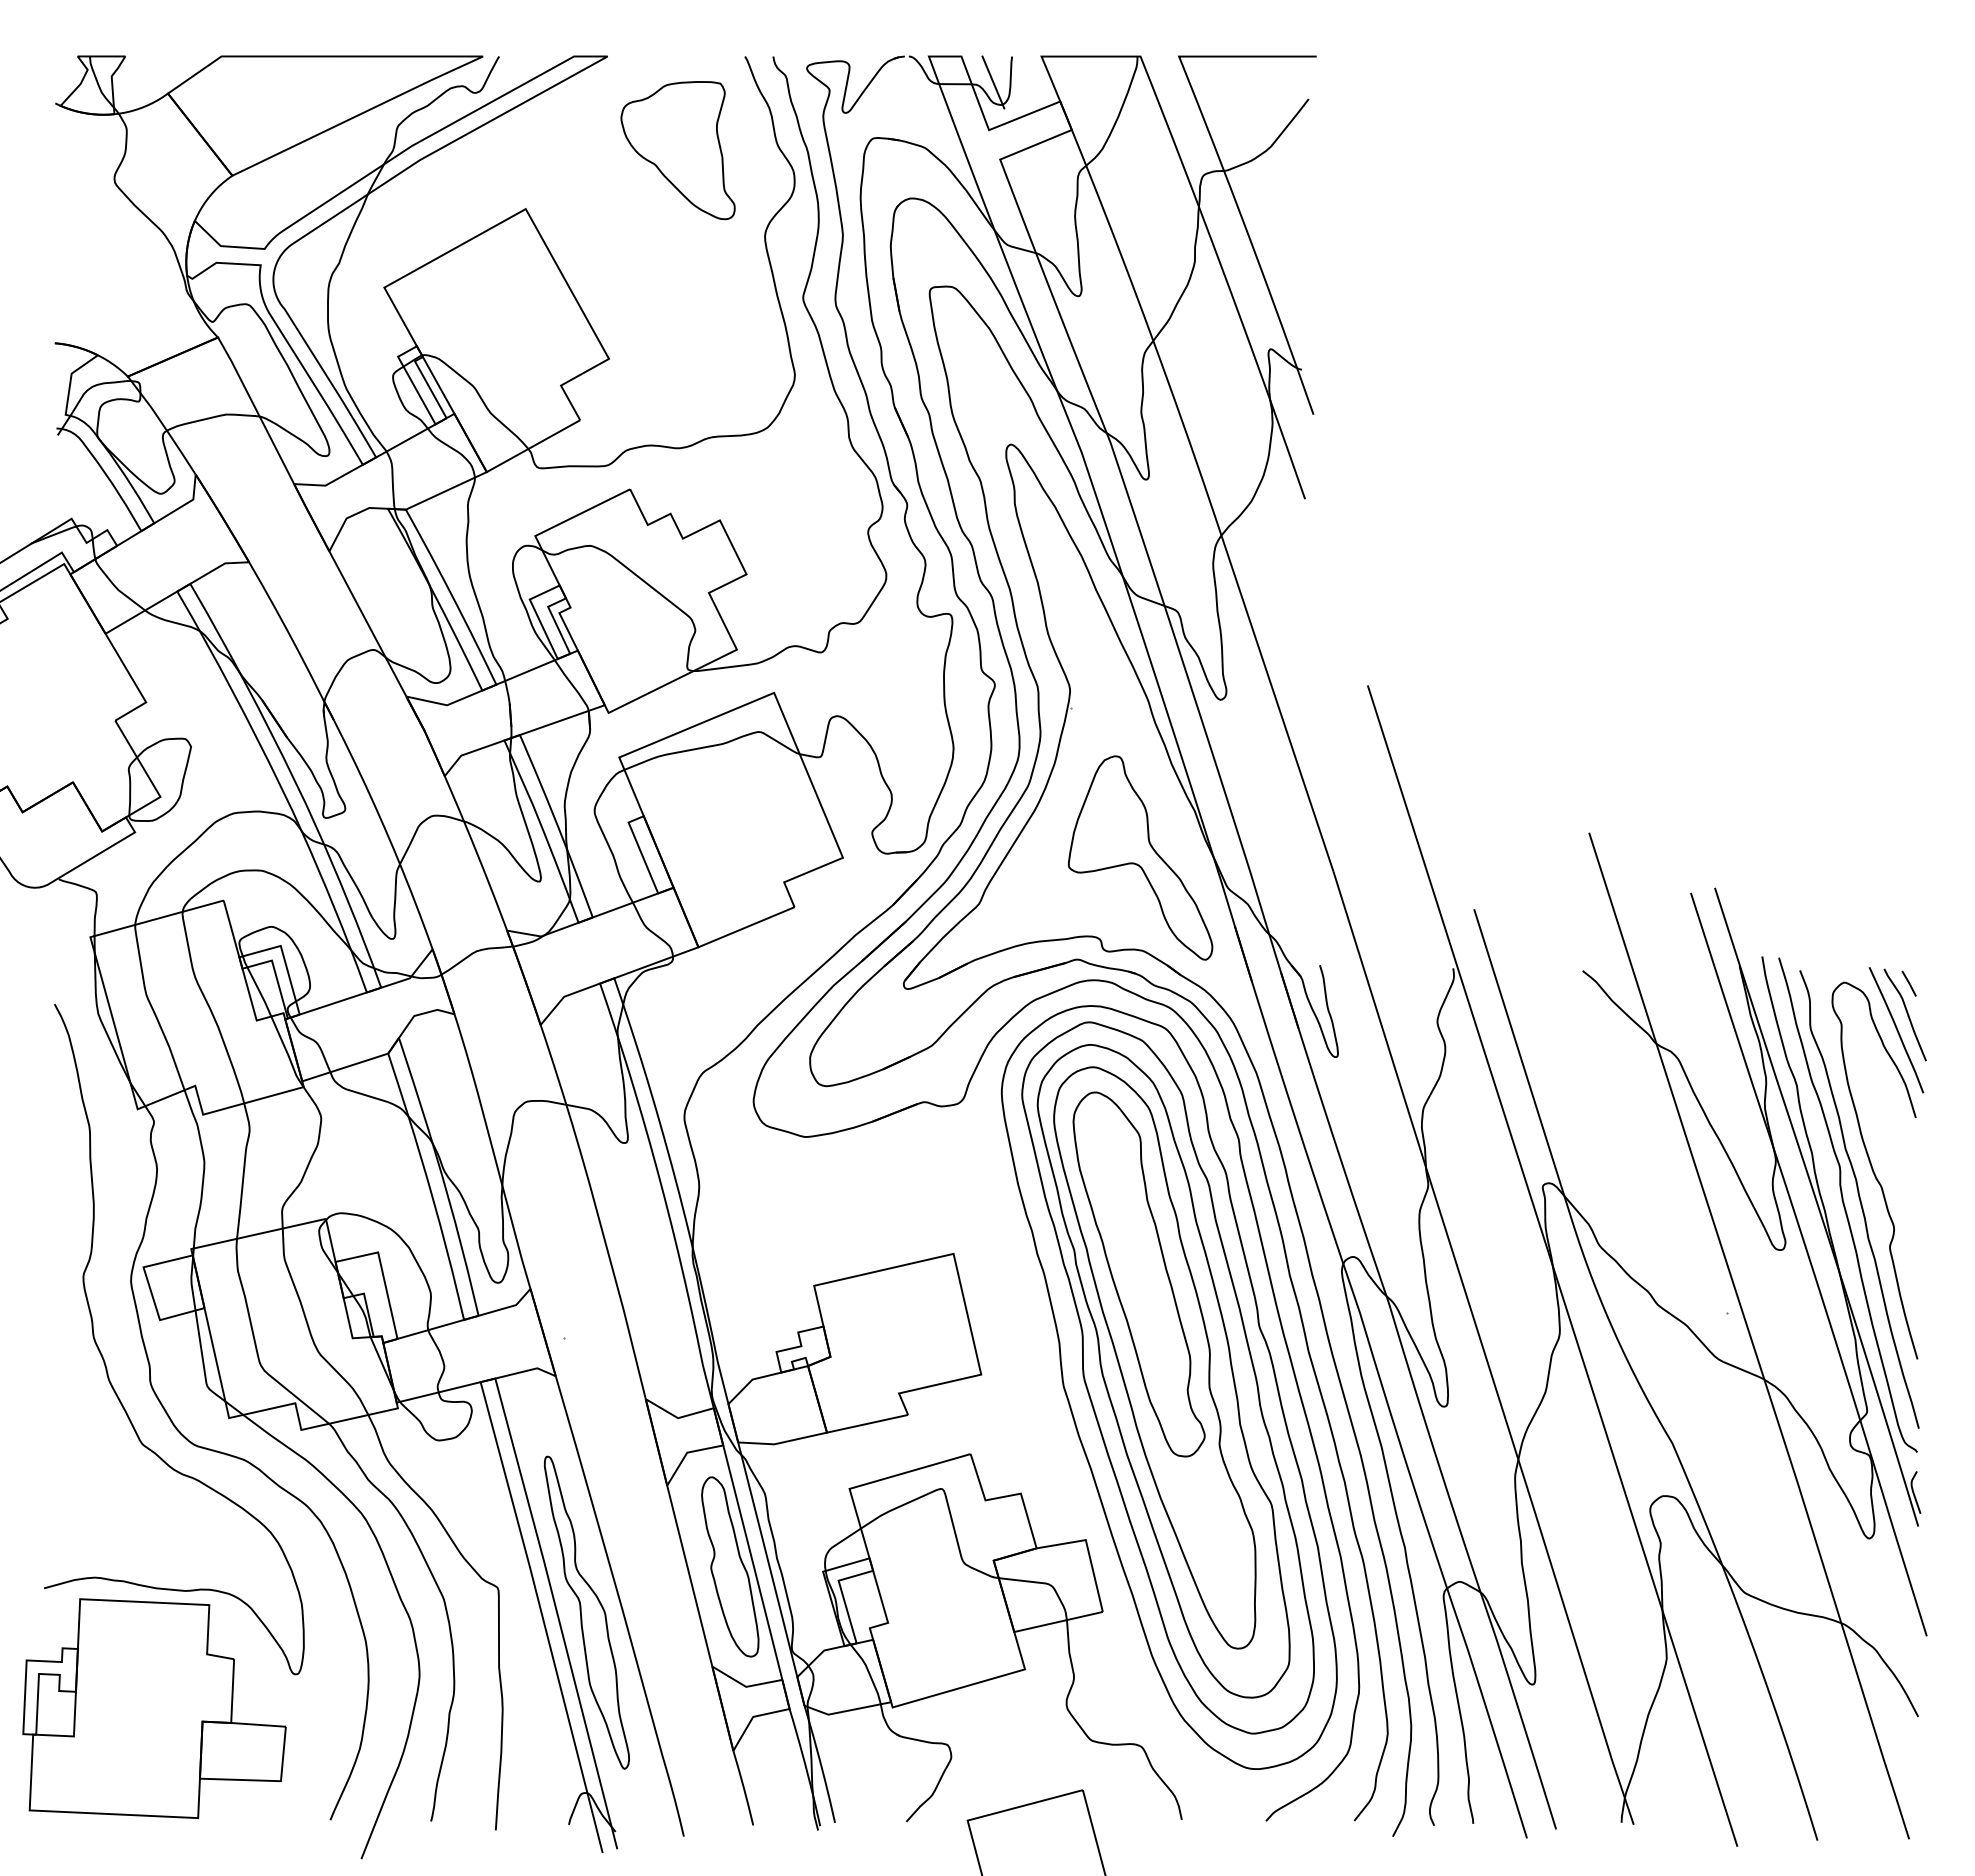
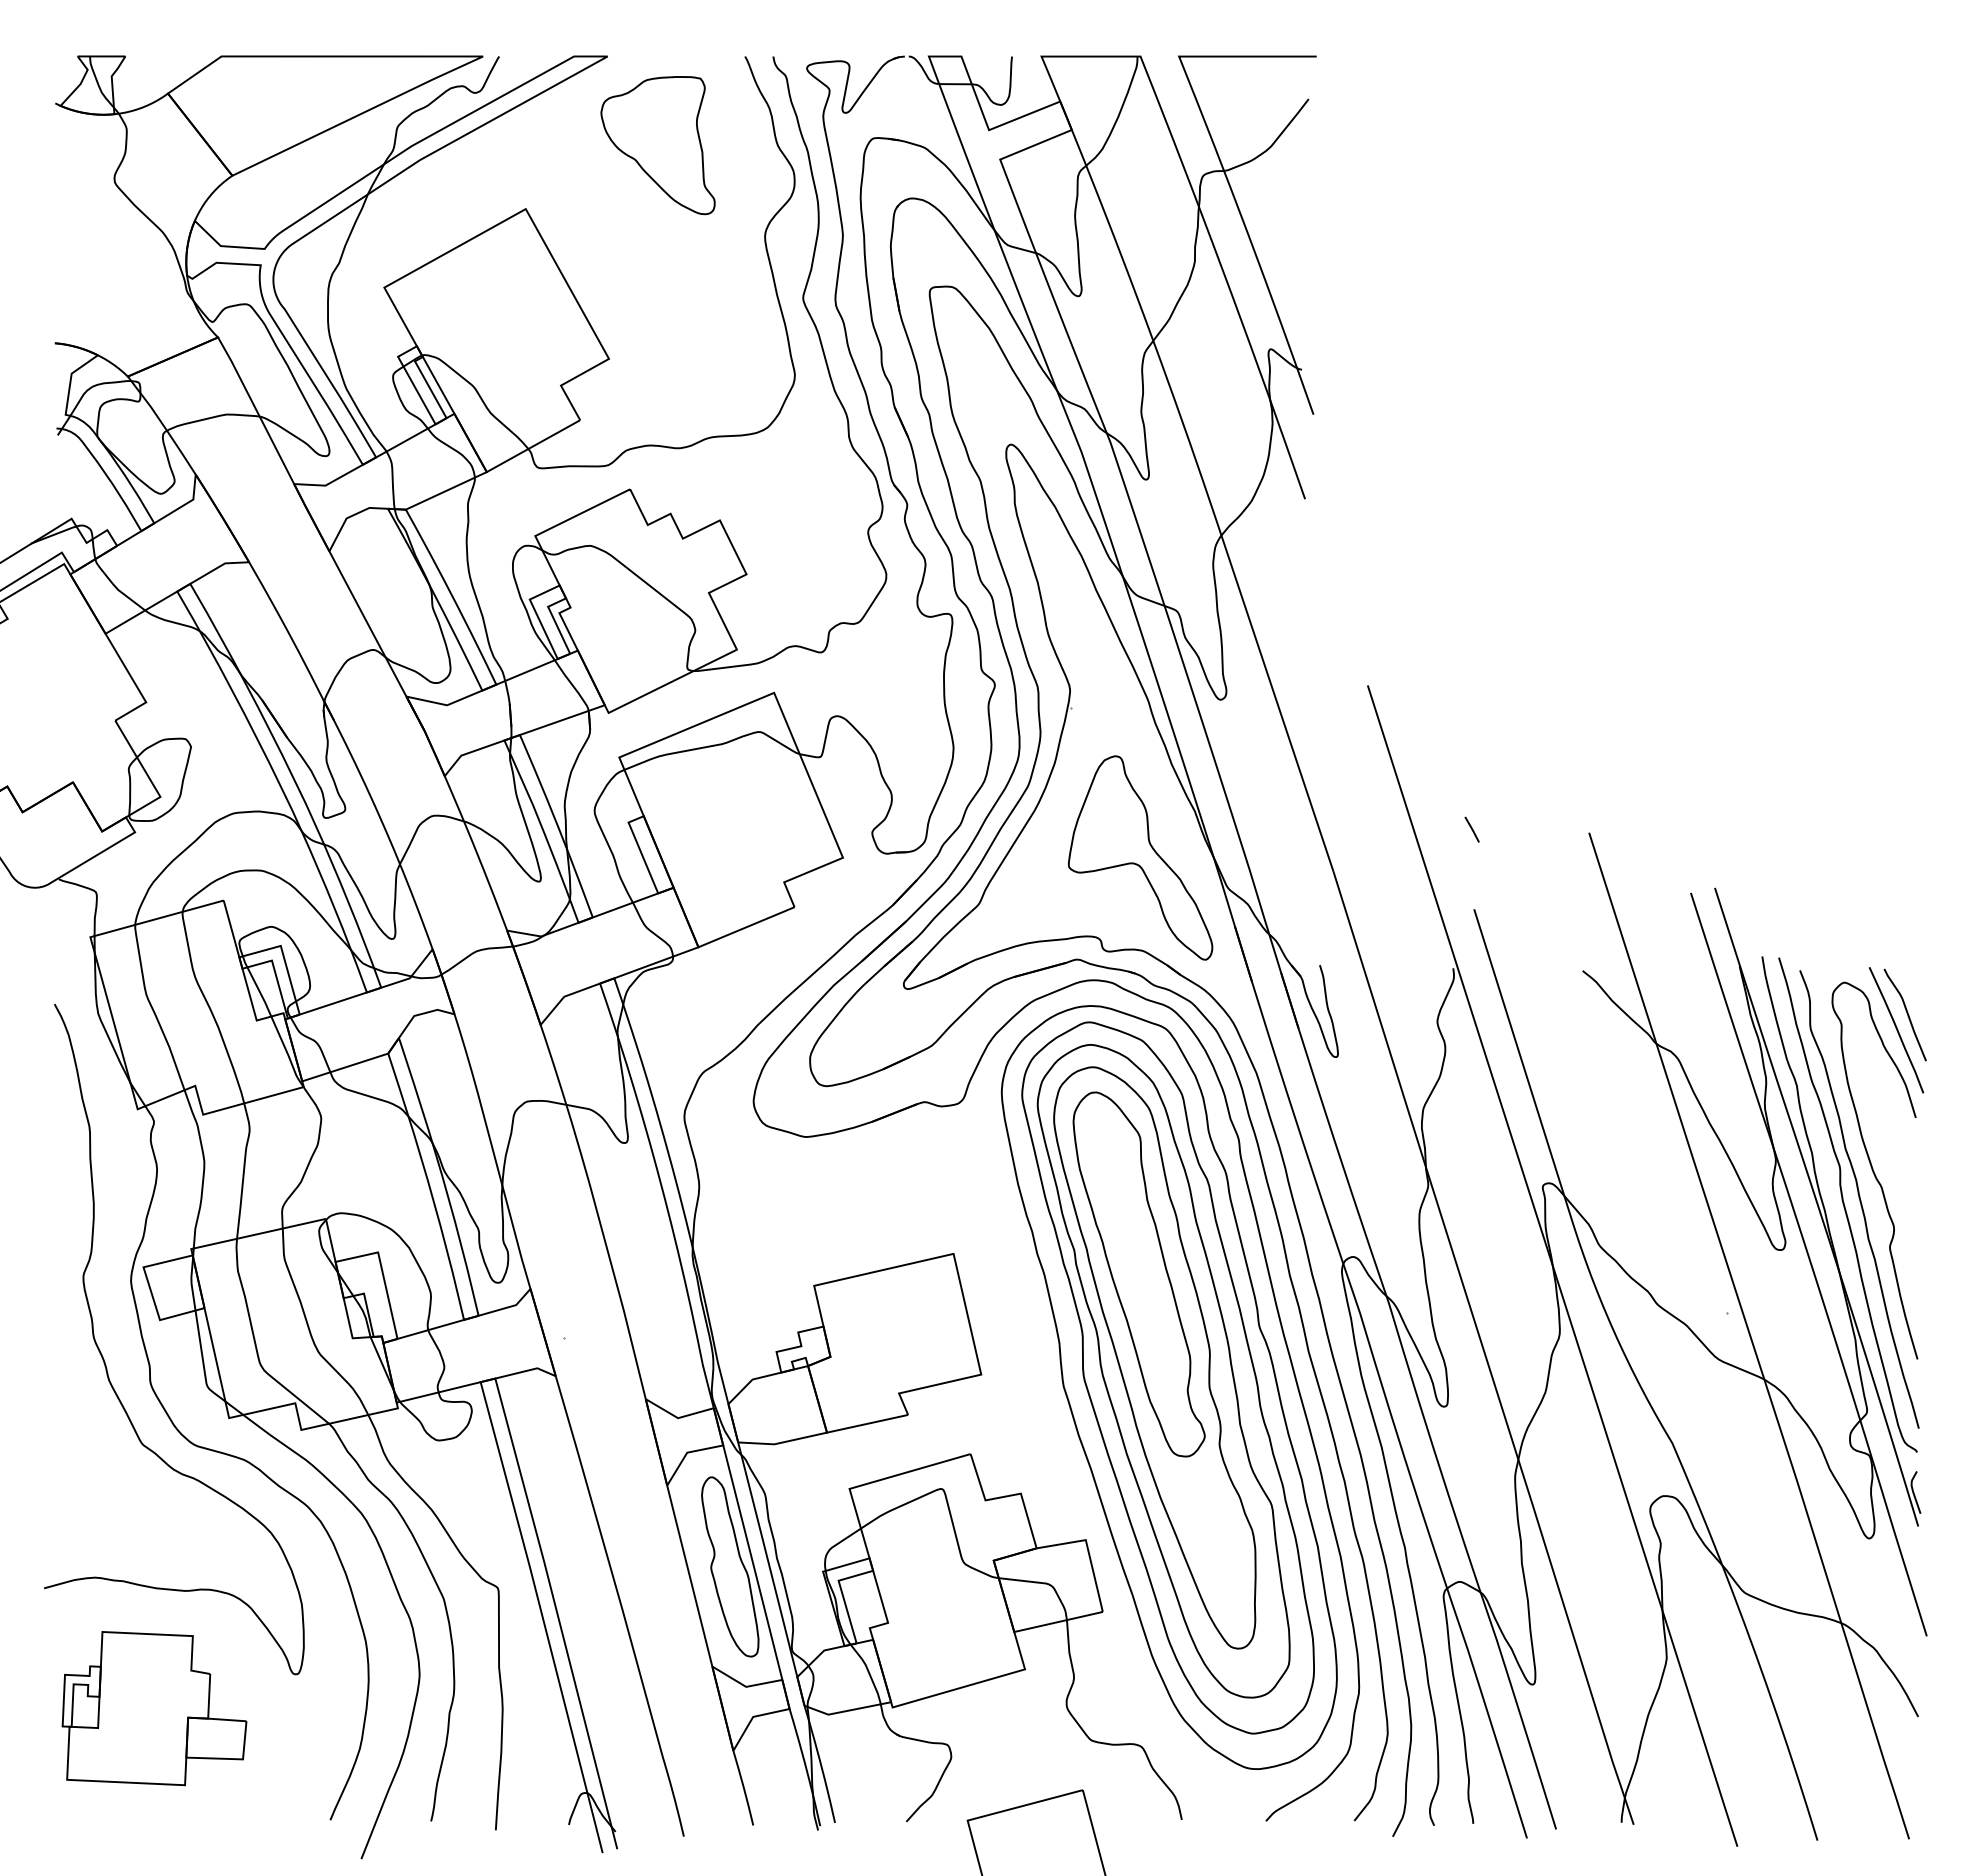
line at (993, 82): present -> none
part at (677, 150) position: (677, 150) -> (657, 145)
line at (1908, 983) position: (1908, 983) -> (1471, 829)
part at (586, 1612): present -> none
part at (154, 1708) size: 265x221 px -> 187x156 px
